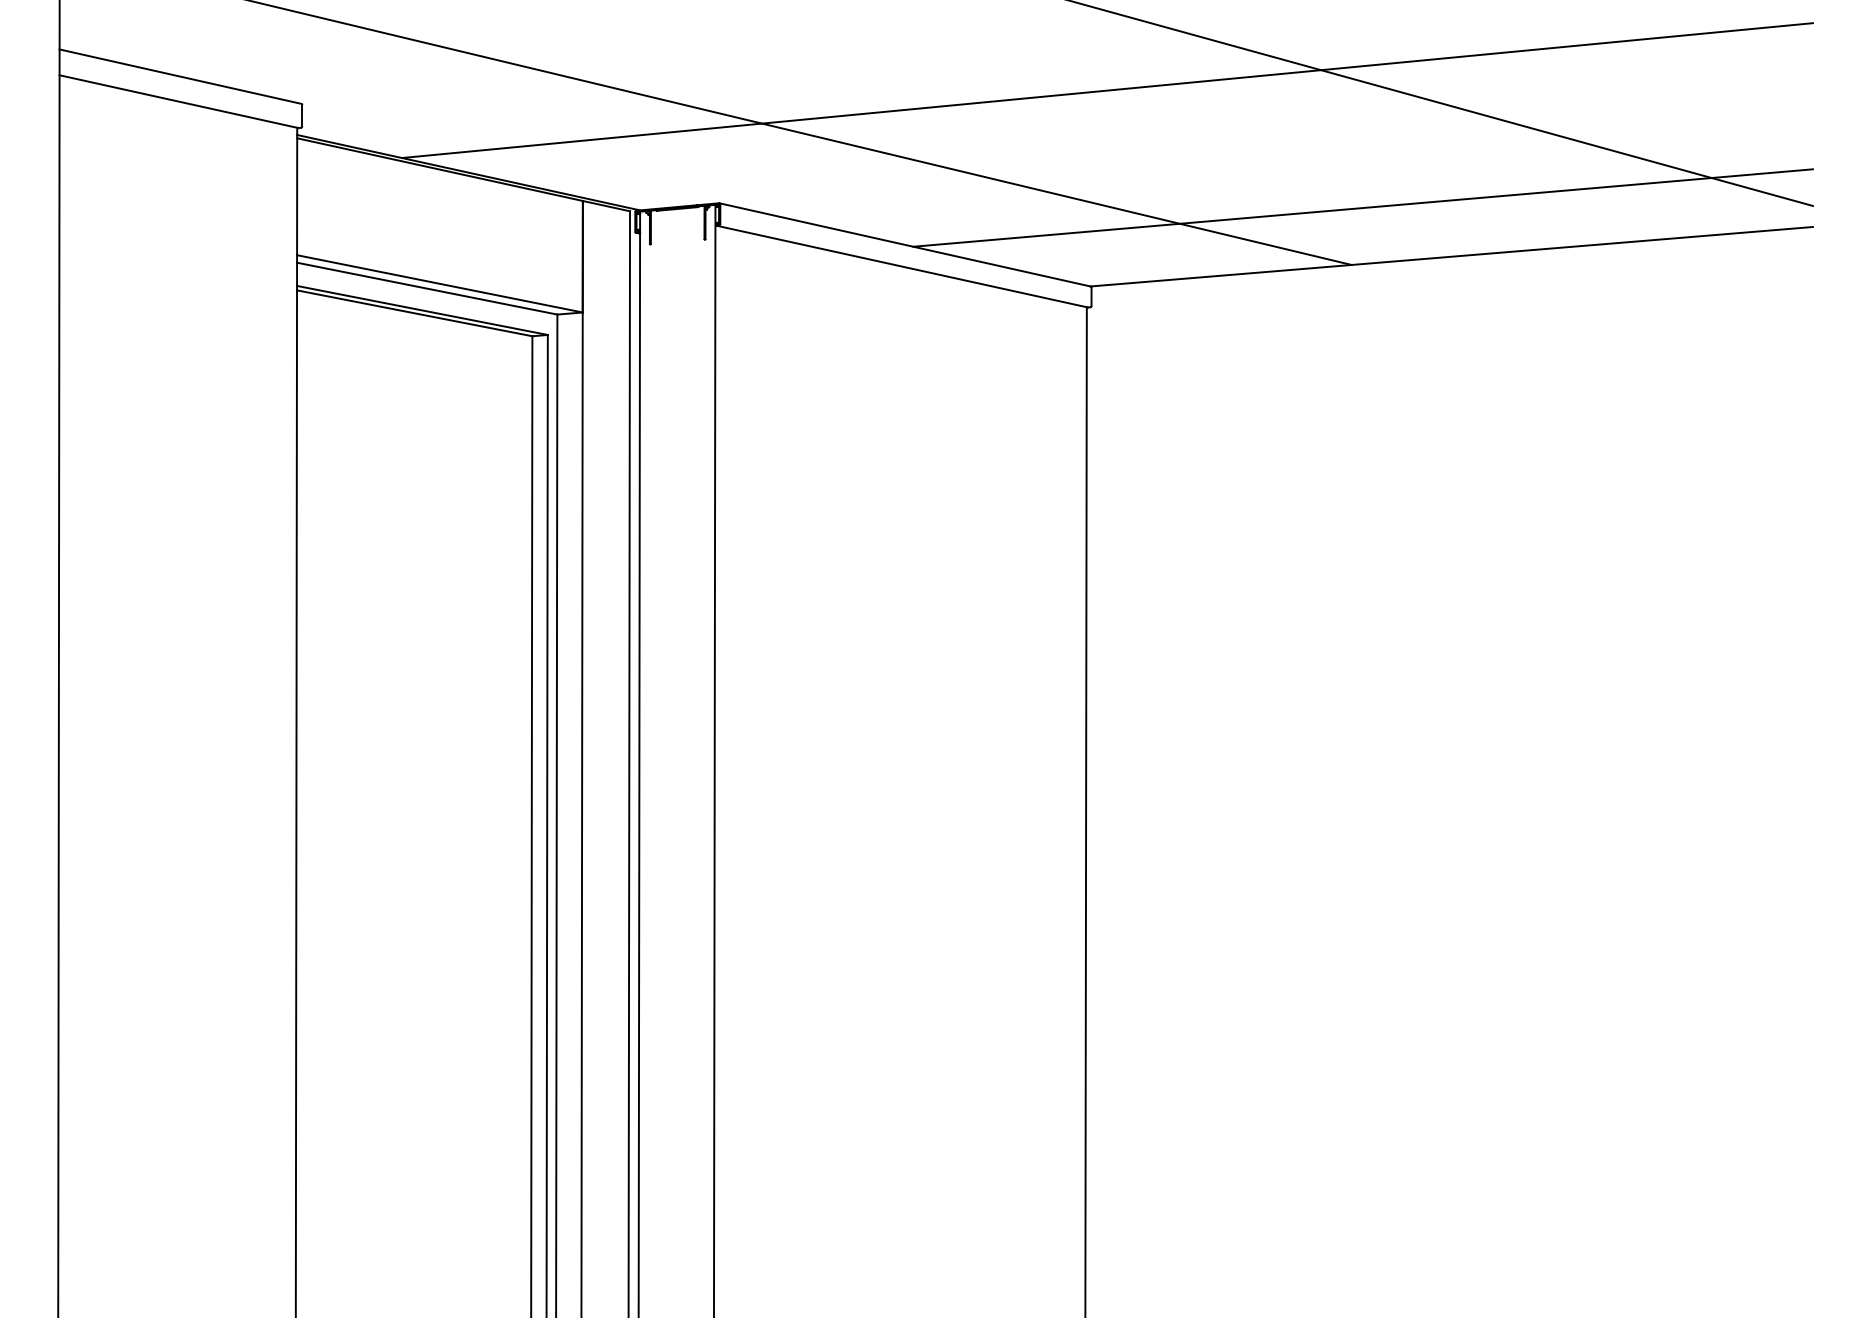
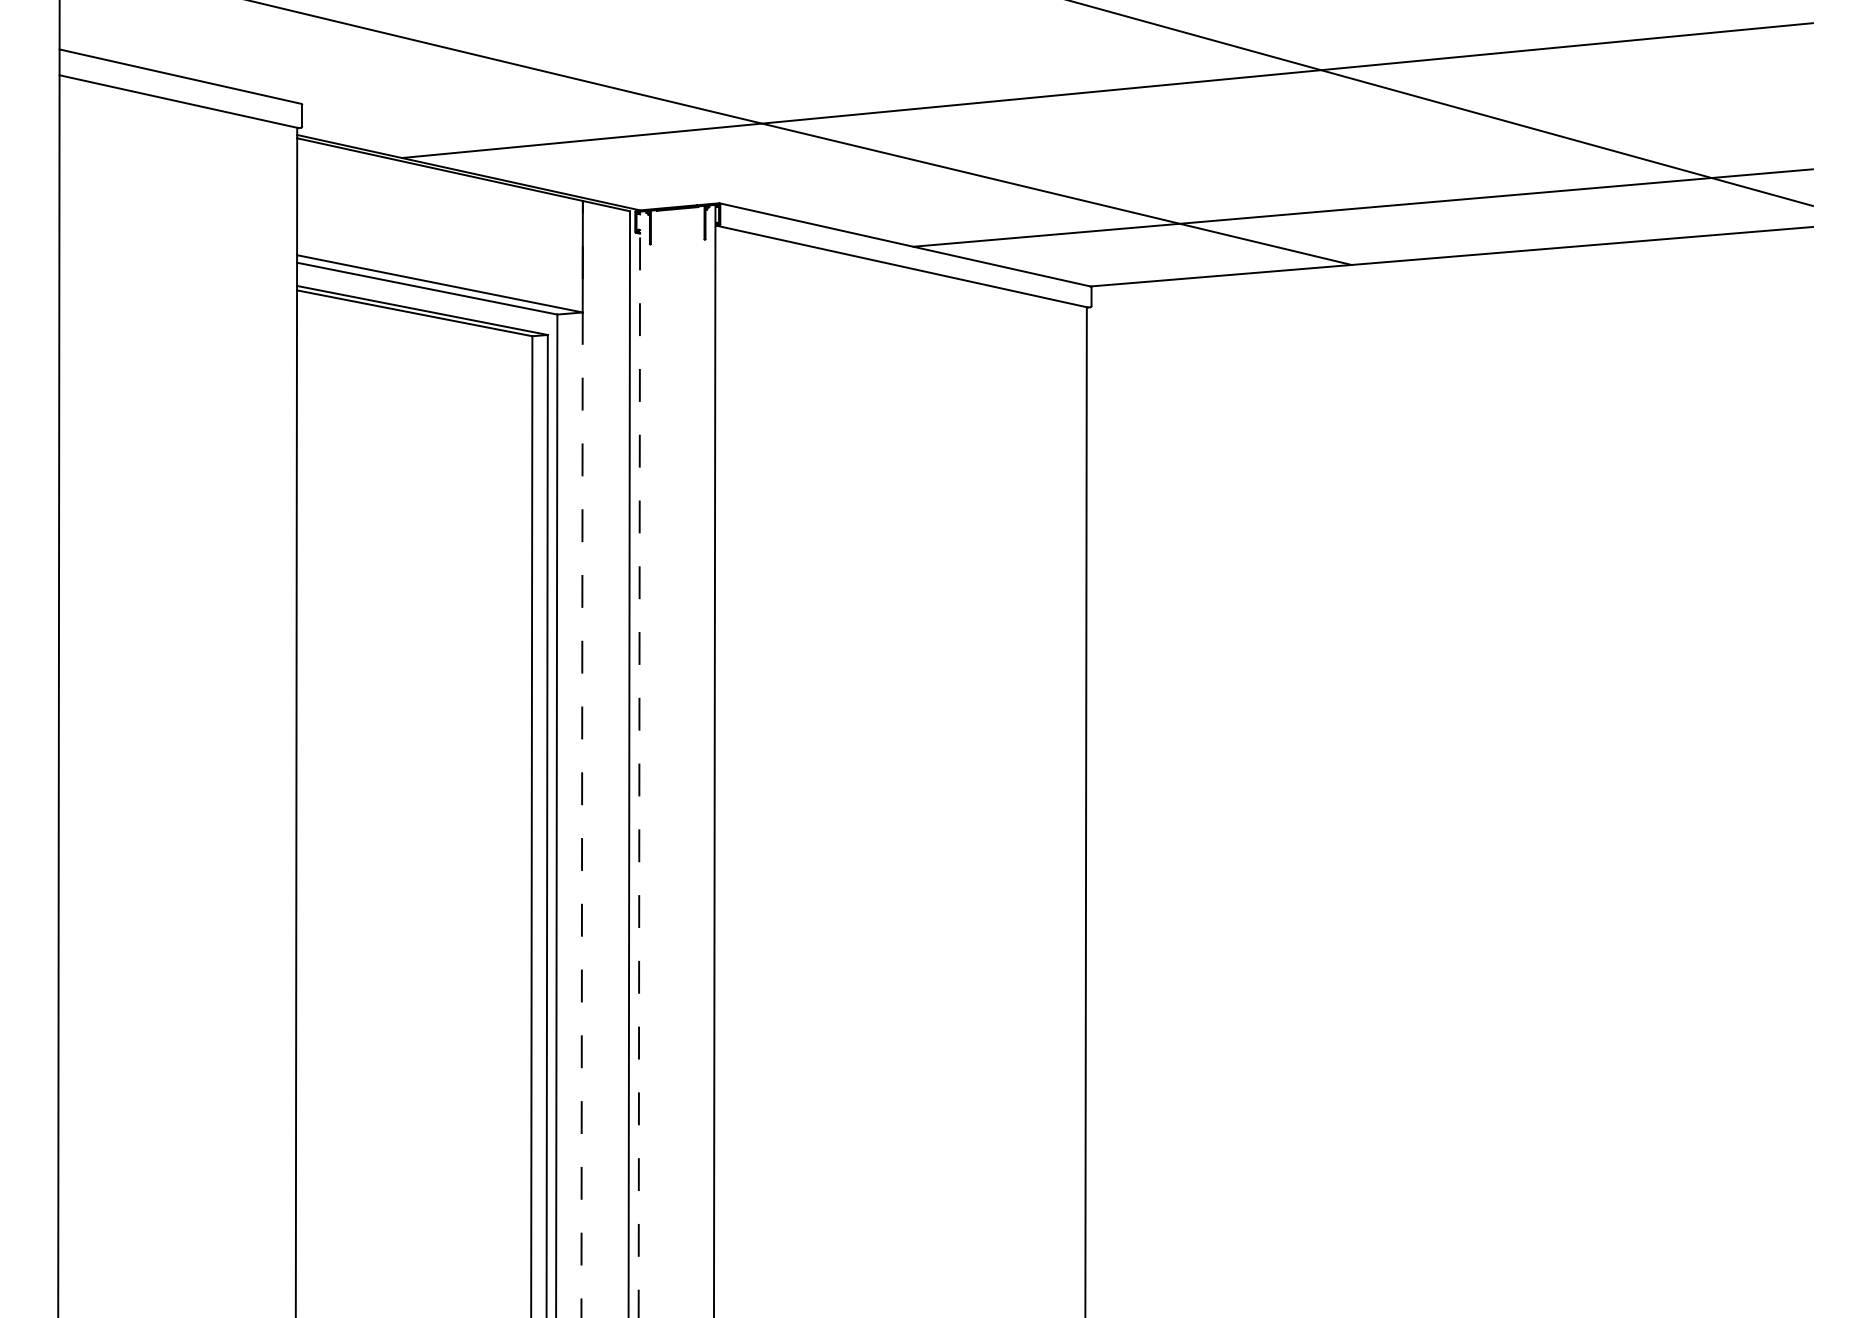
line at (582, 758): solid -> dashed
line at (639, 764): solid -> dashed
